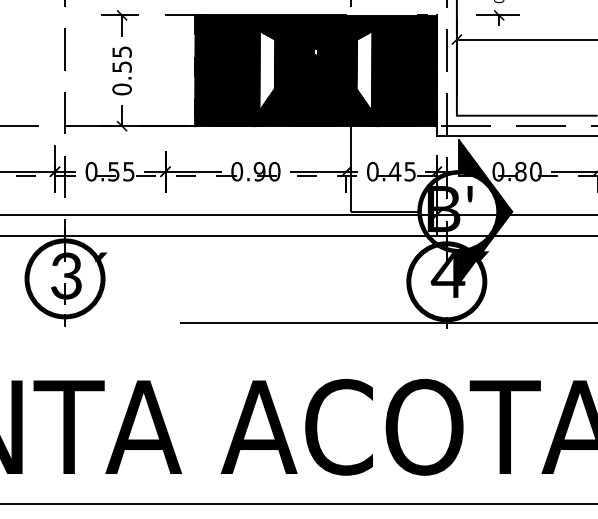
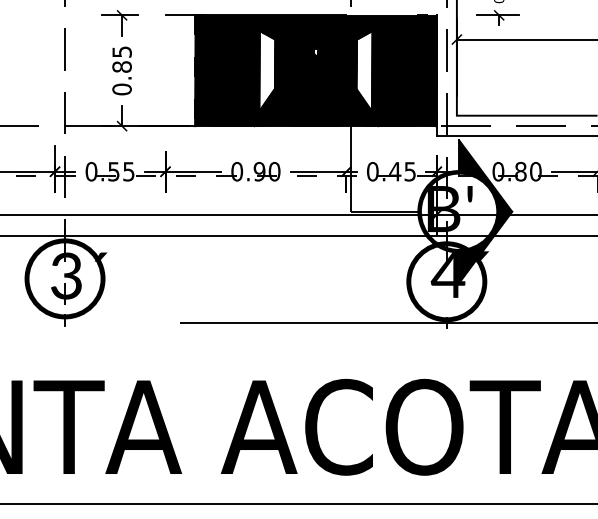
text at (121, 66): 0.55 -> 0.85
